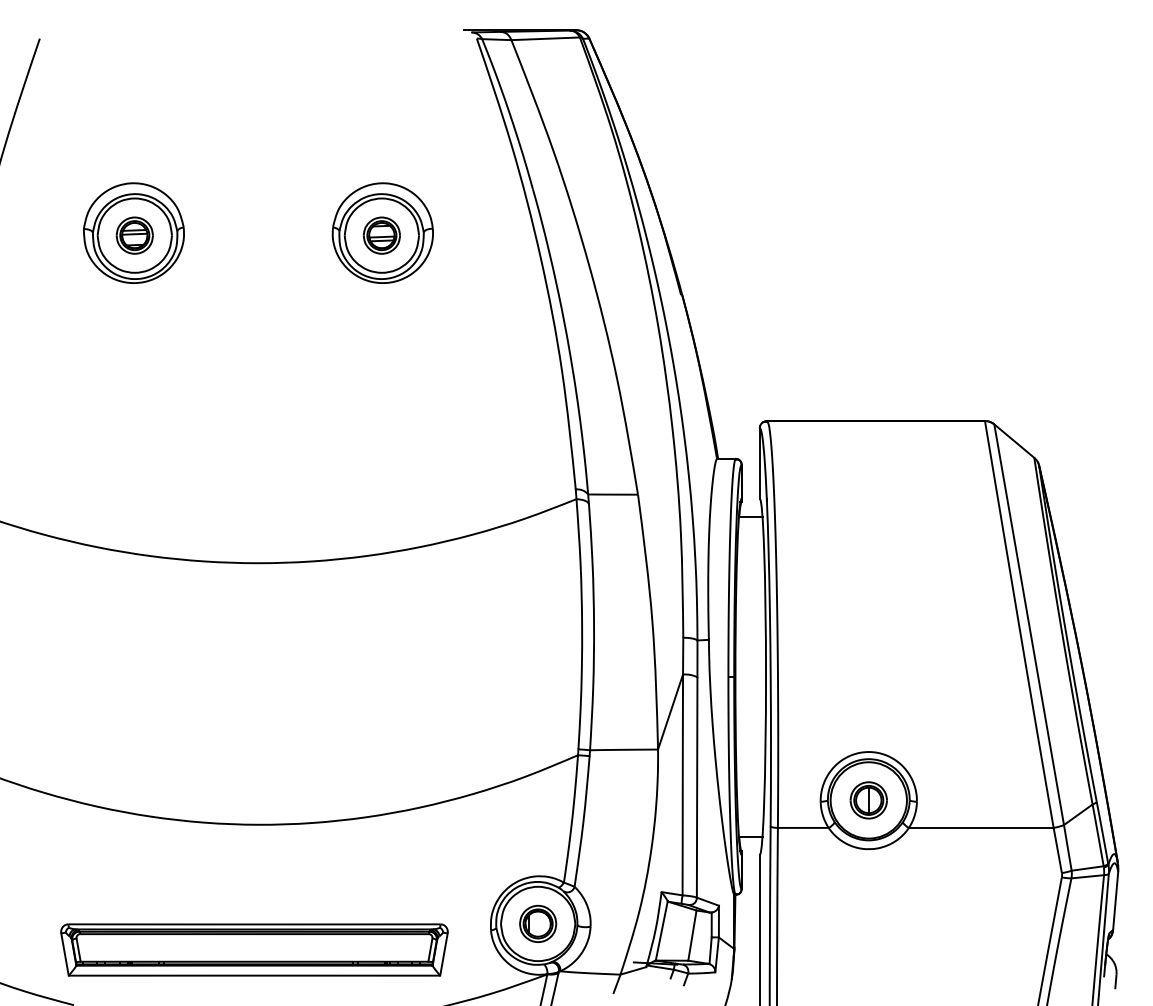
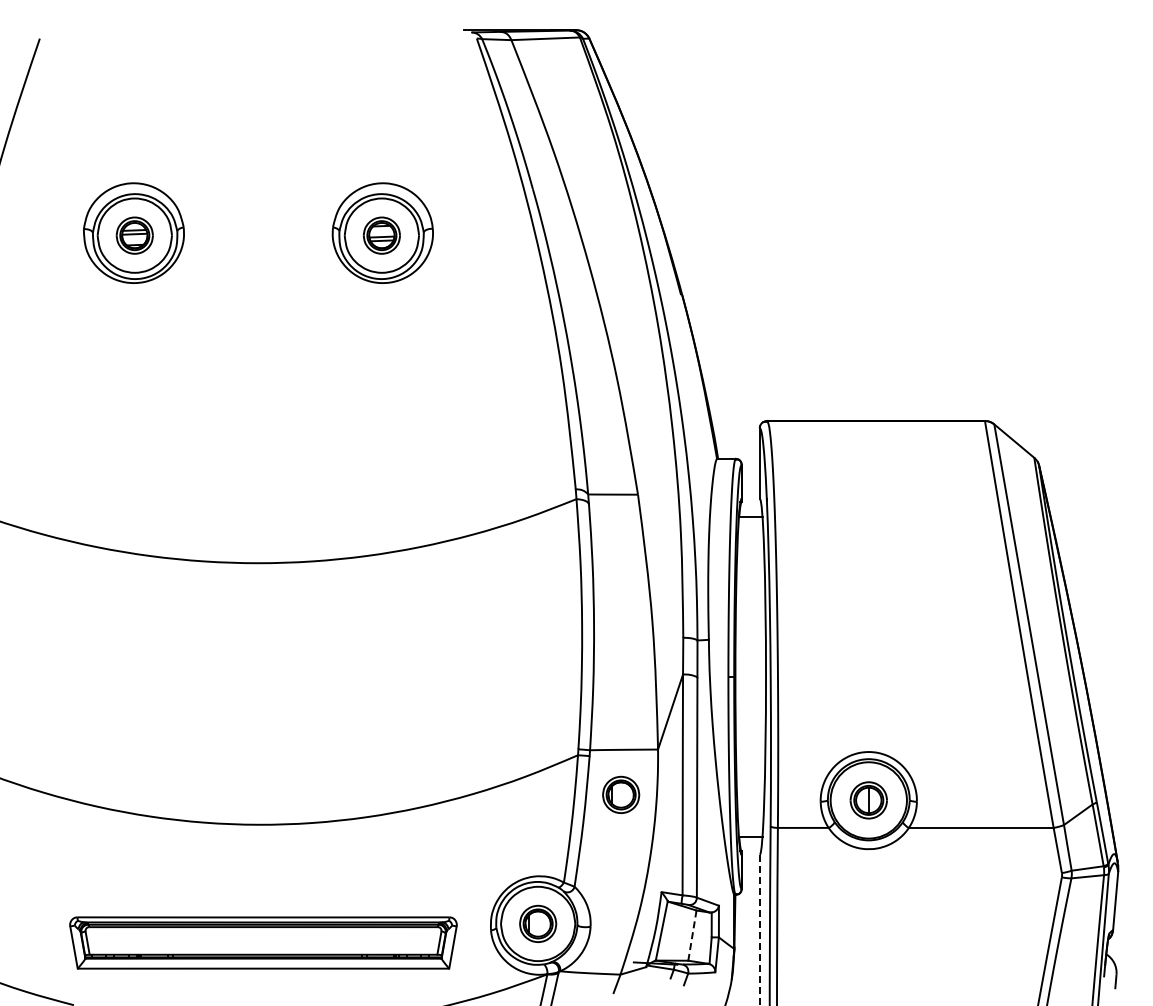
part at (621, 794): none -> present
line at (759, 929): solid -> dashed
line at (692, 936): solid -> dashed
part at (254, 949) position: (254, 949) -> (263, 942)
